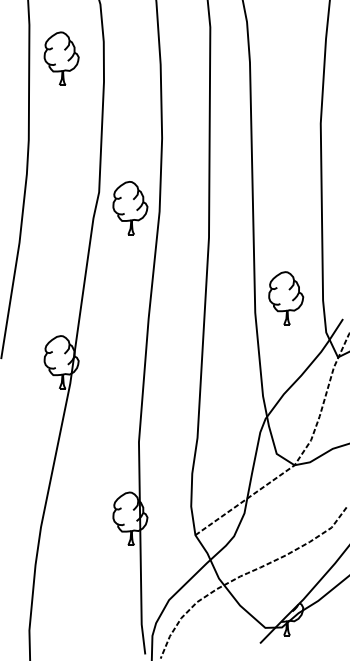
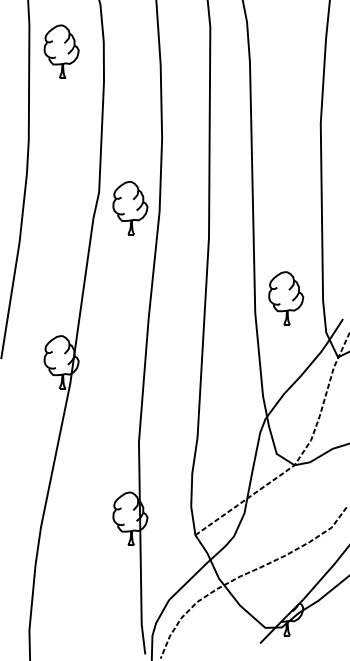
part at (61, 58) position: (61, 58) -> (61, 51)
